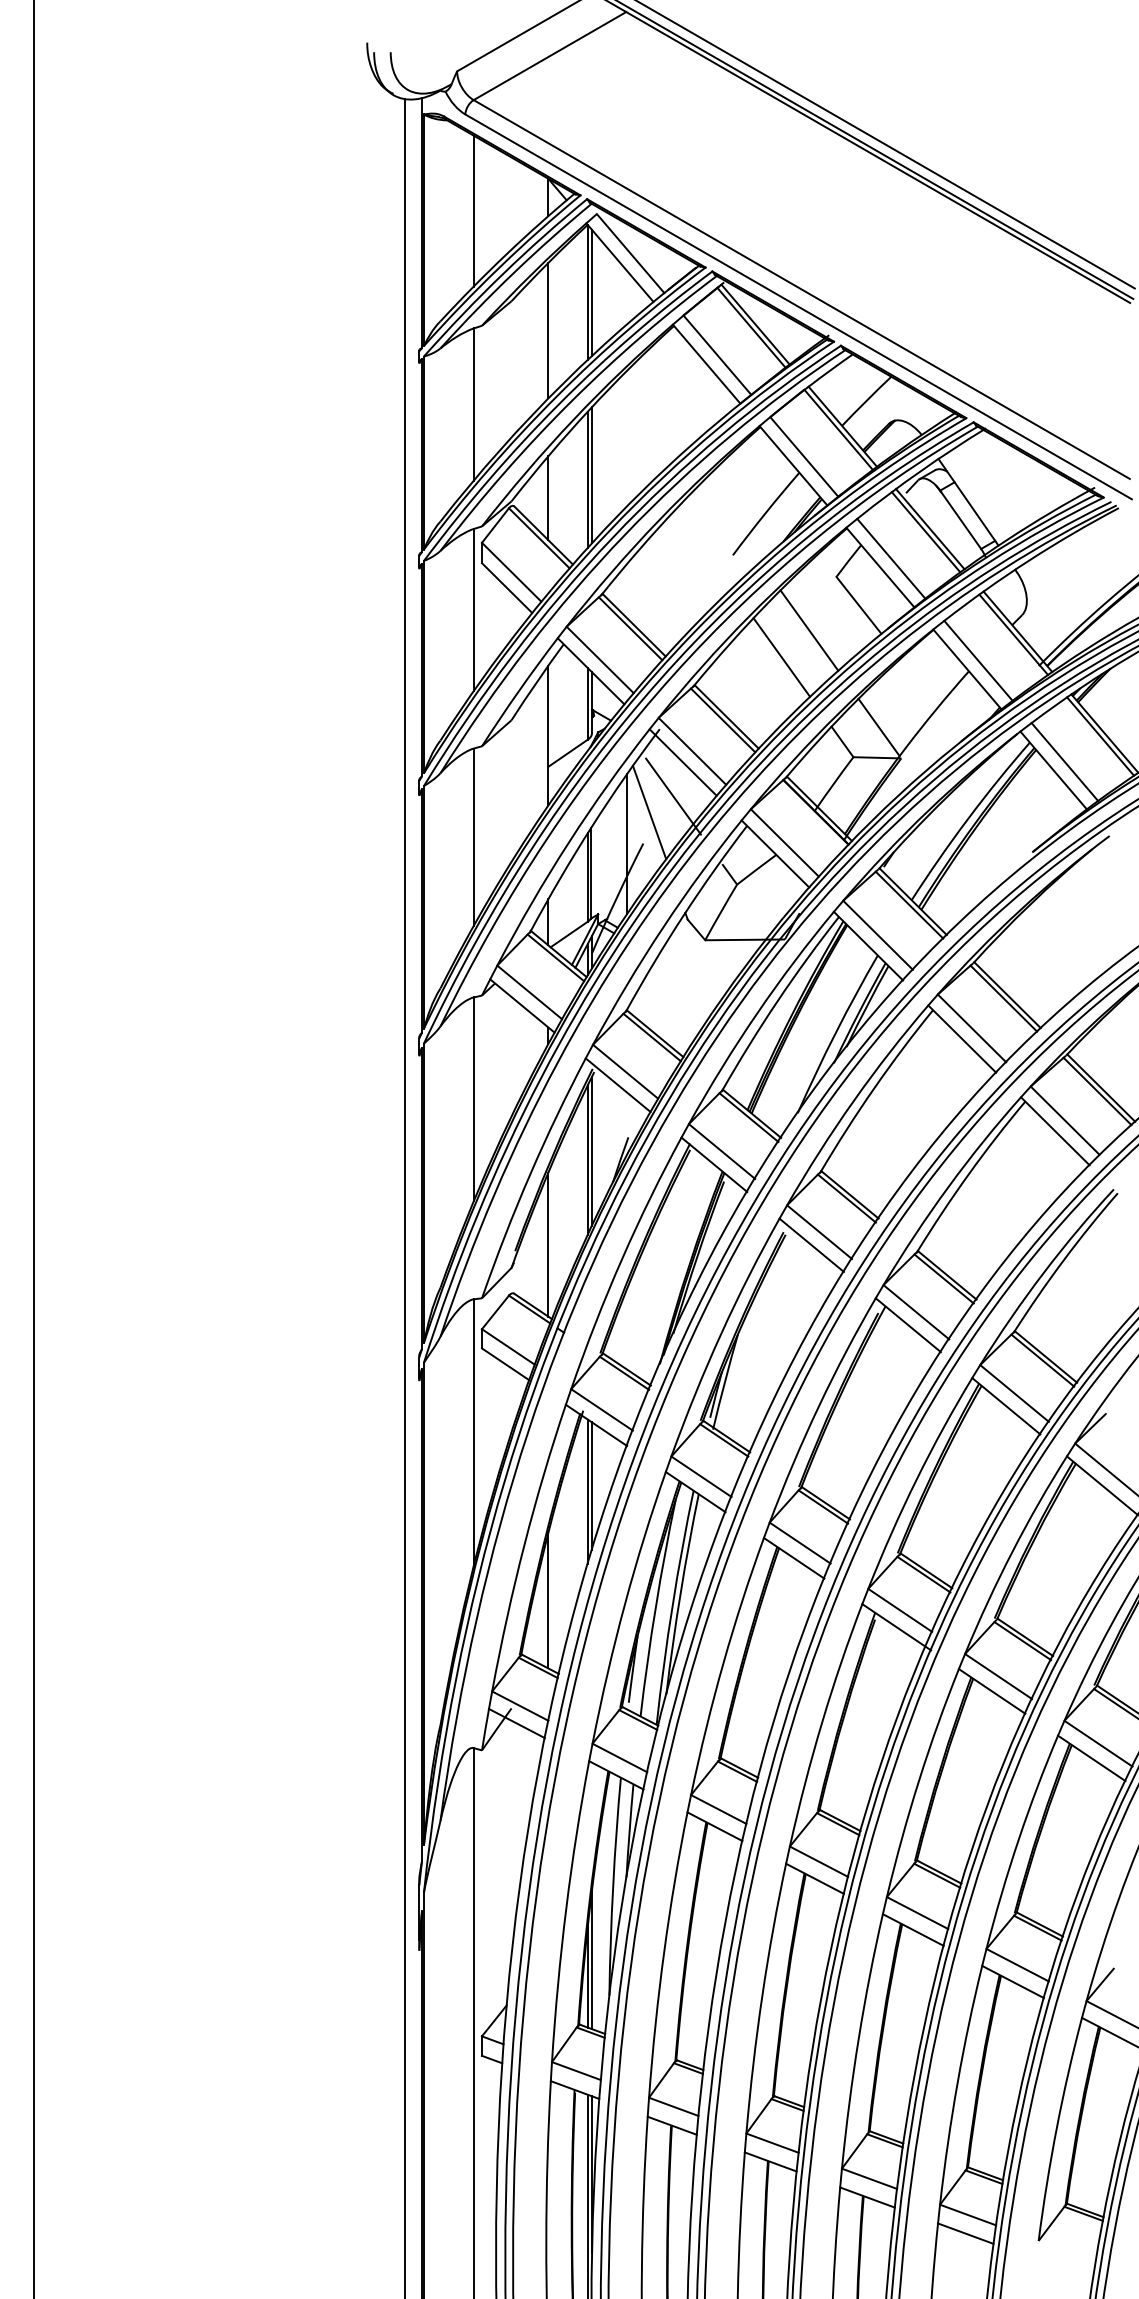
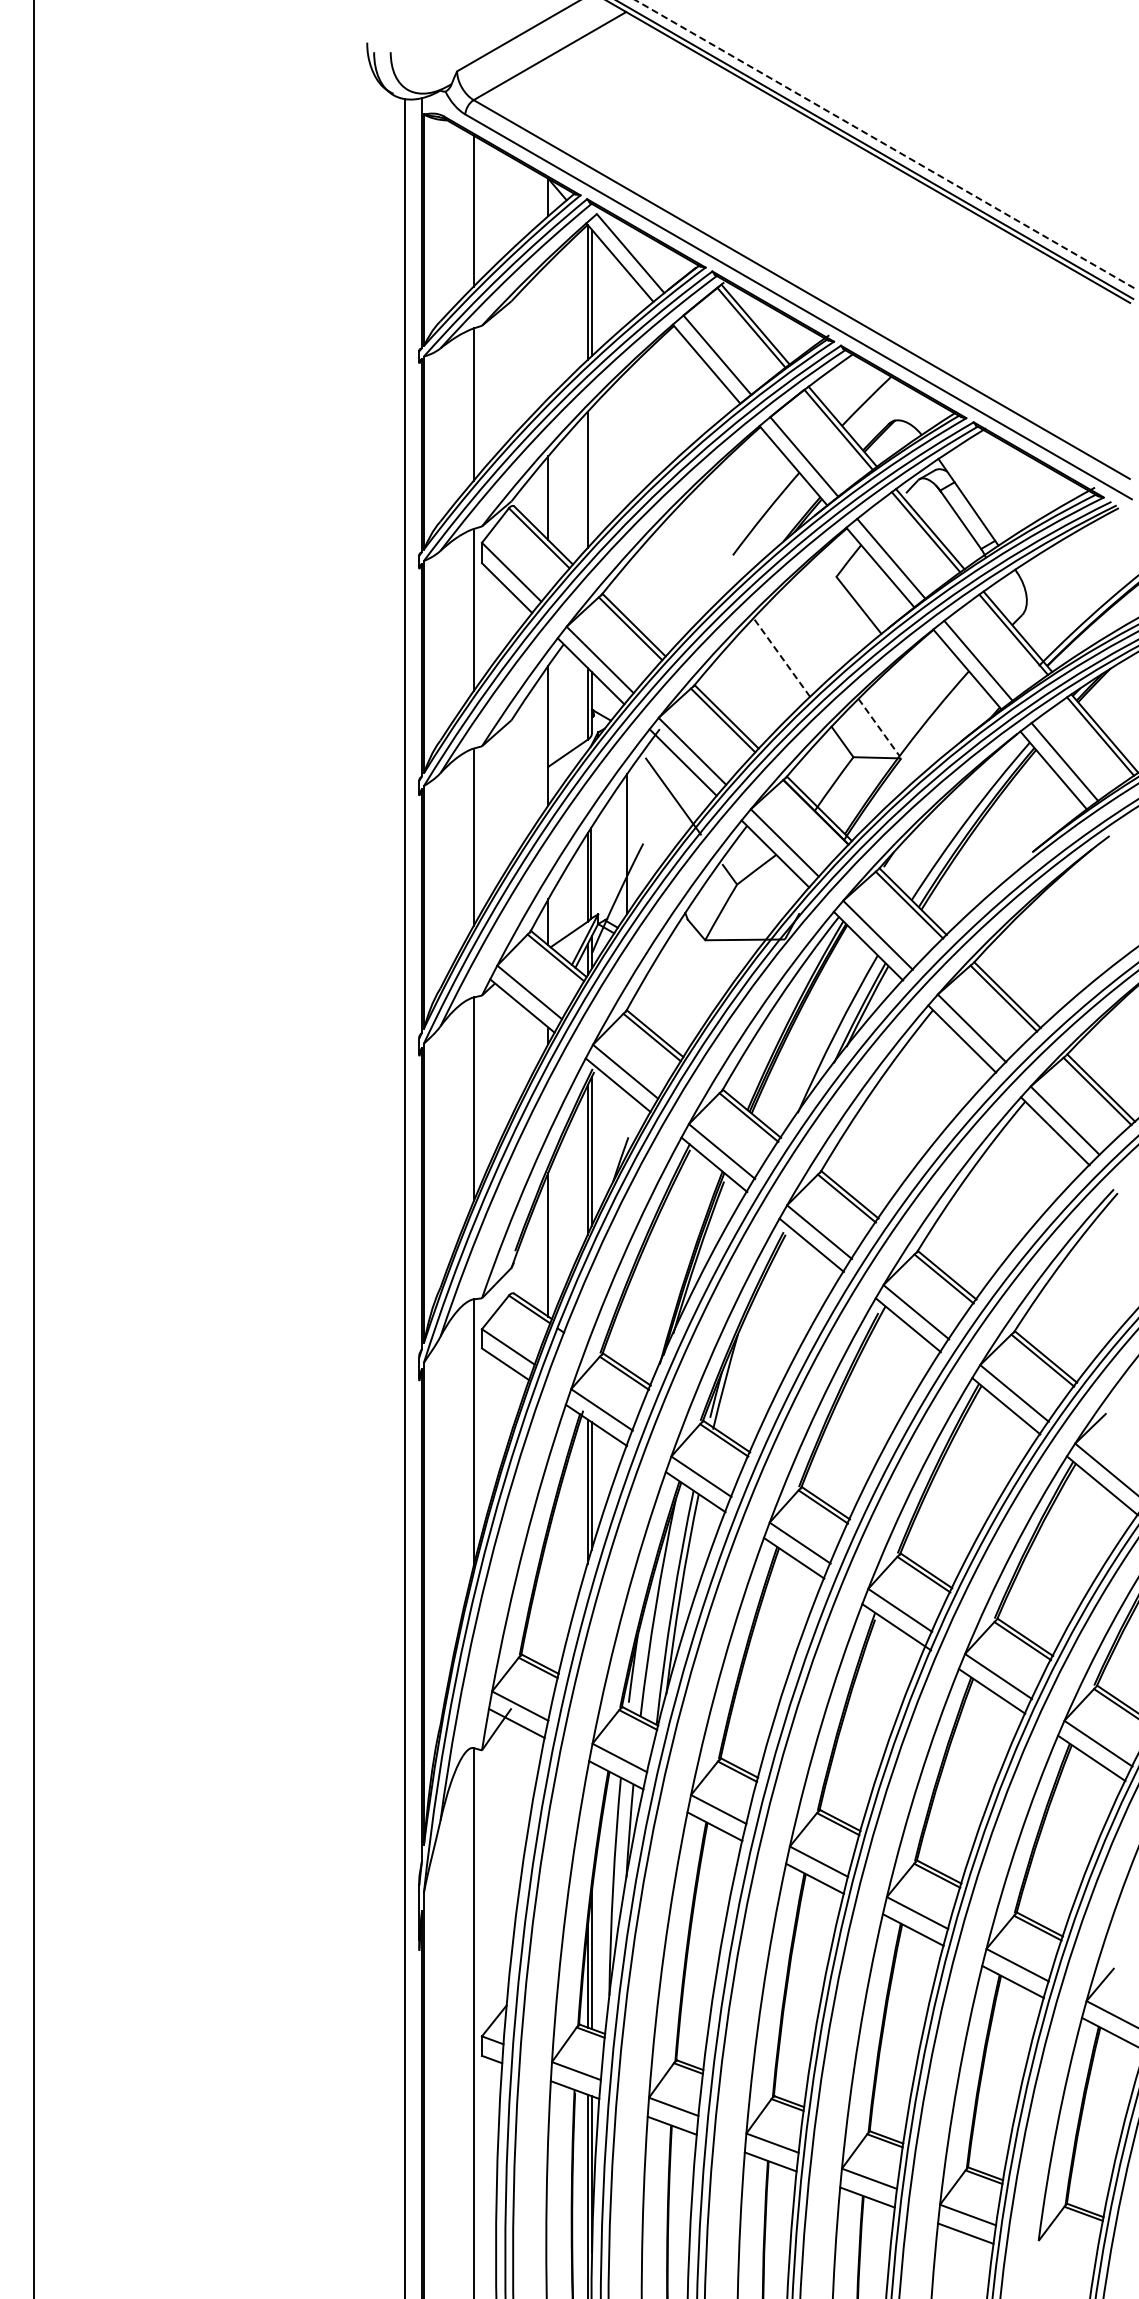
line at (885, 144): solid -> dashed
line at (548, 330): present -> none
line at (592, 475): present -> none
line at (809, 630): present -> none
line at (781, 657): solid -> dashed
line at (879, 727): solid -> dashed
line at (649, 812): present -> none
line at (548, 1600): present -> none
